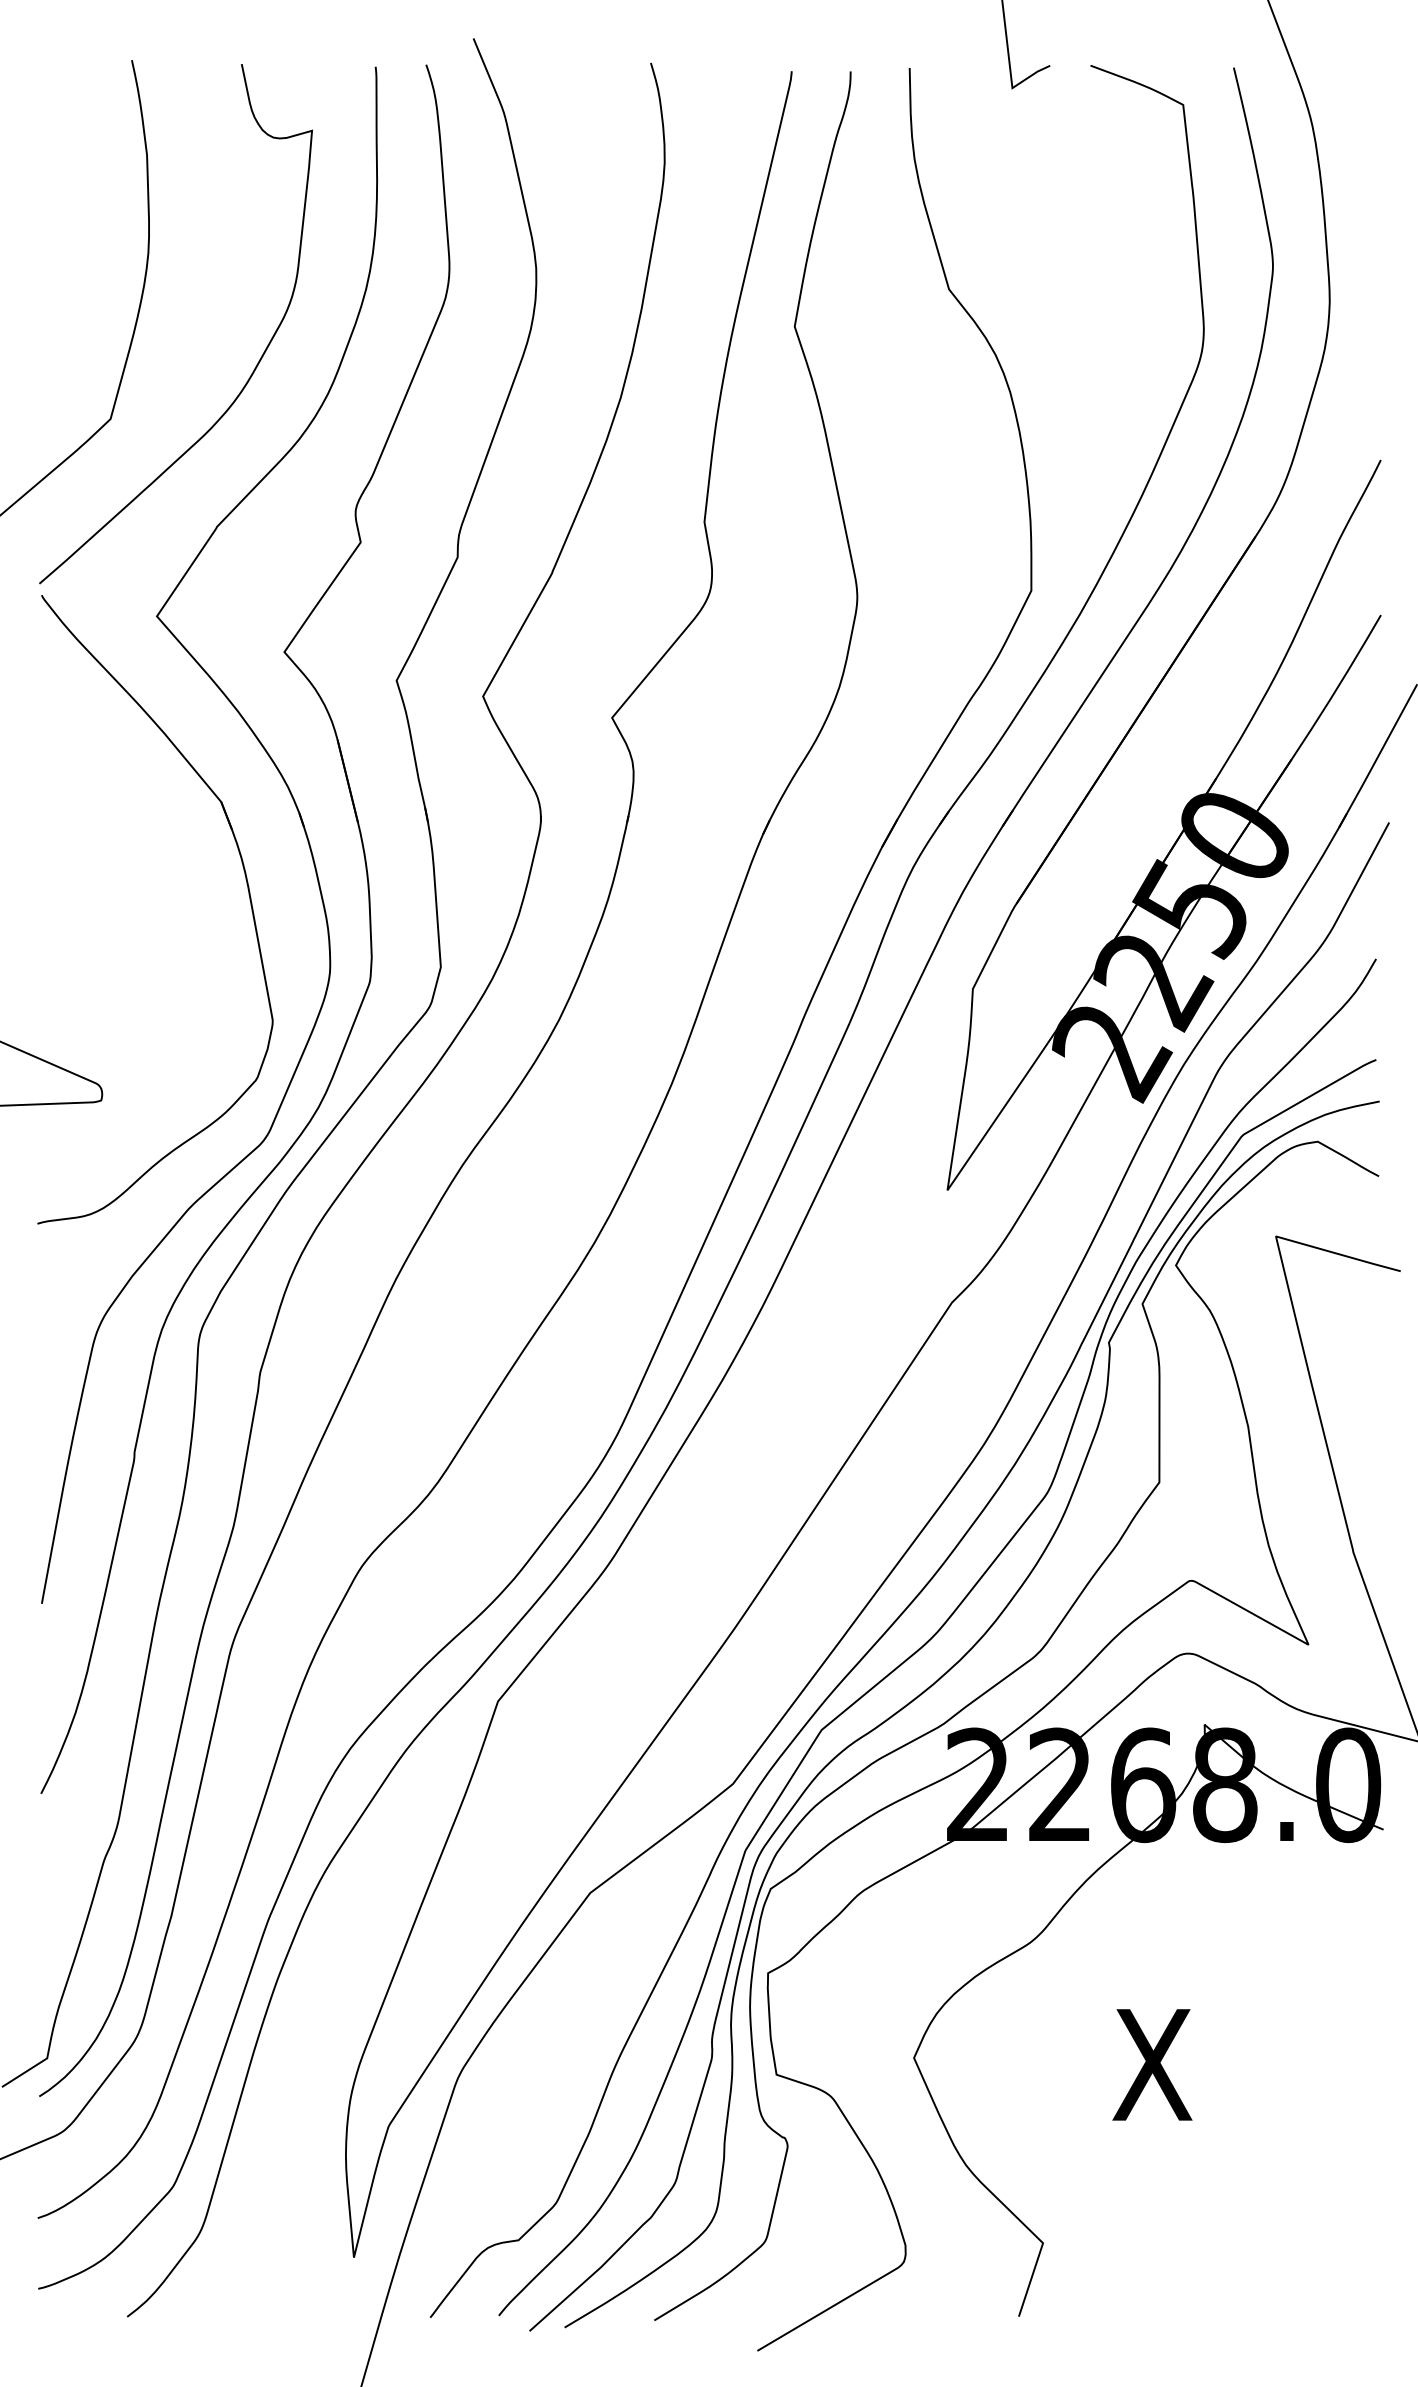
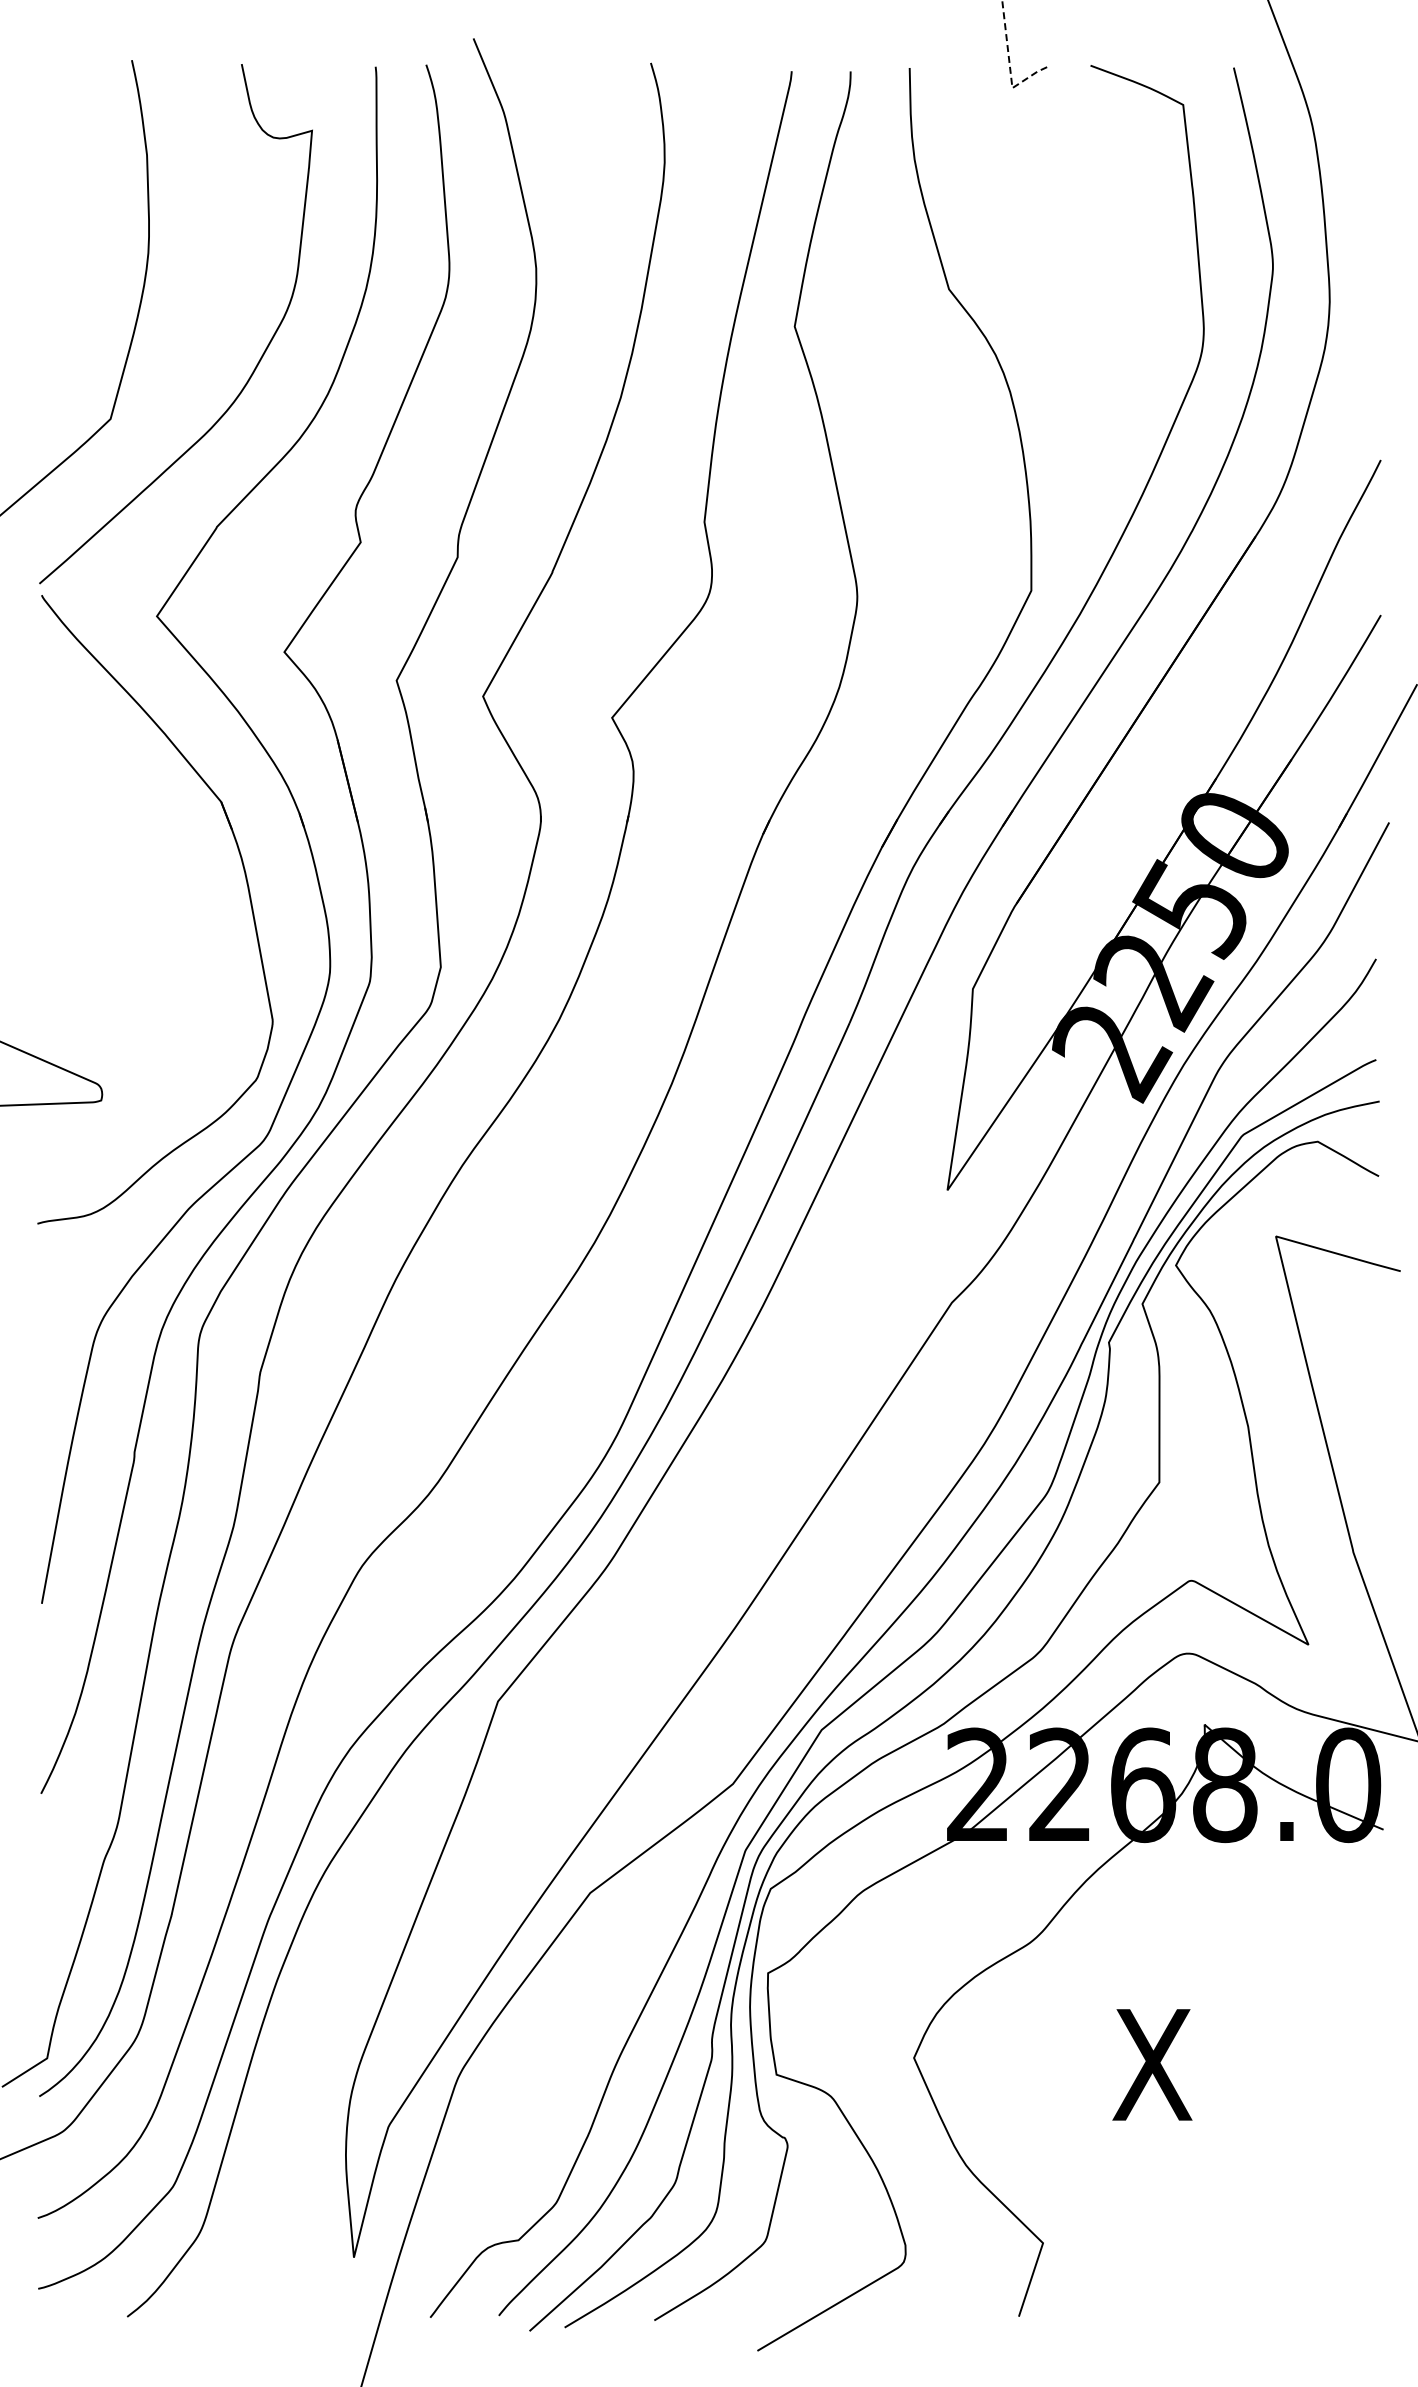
line at (1010, 68): solid -> dashed
